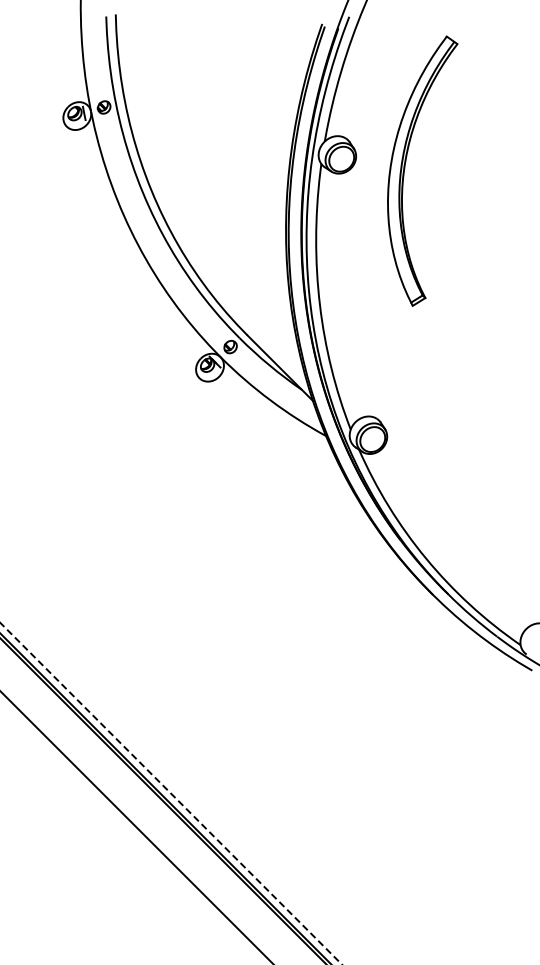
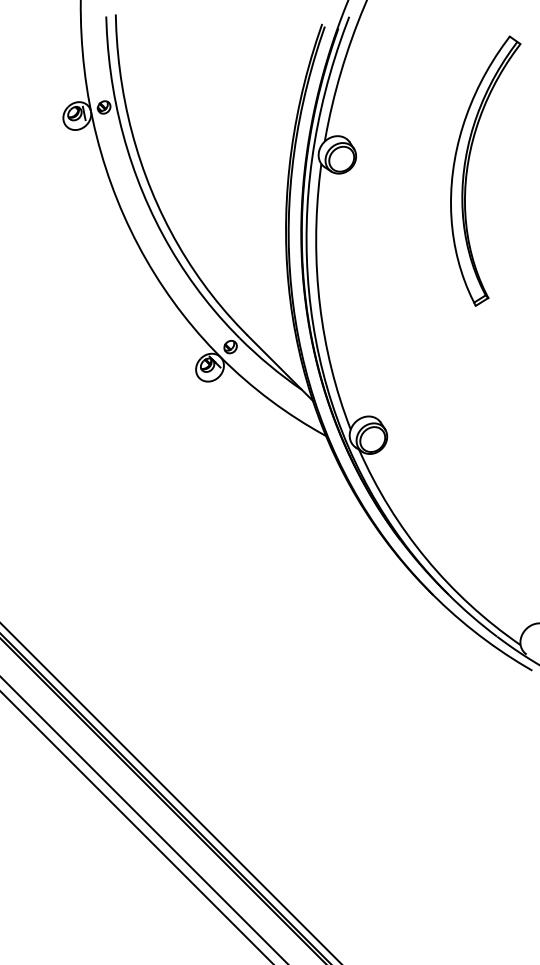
part at (405, 169) position: (405, 169) -> (468, 169)
line at (171, 793): dashed -> solid
line at (143, 819): none -> present
